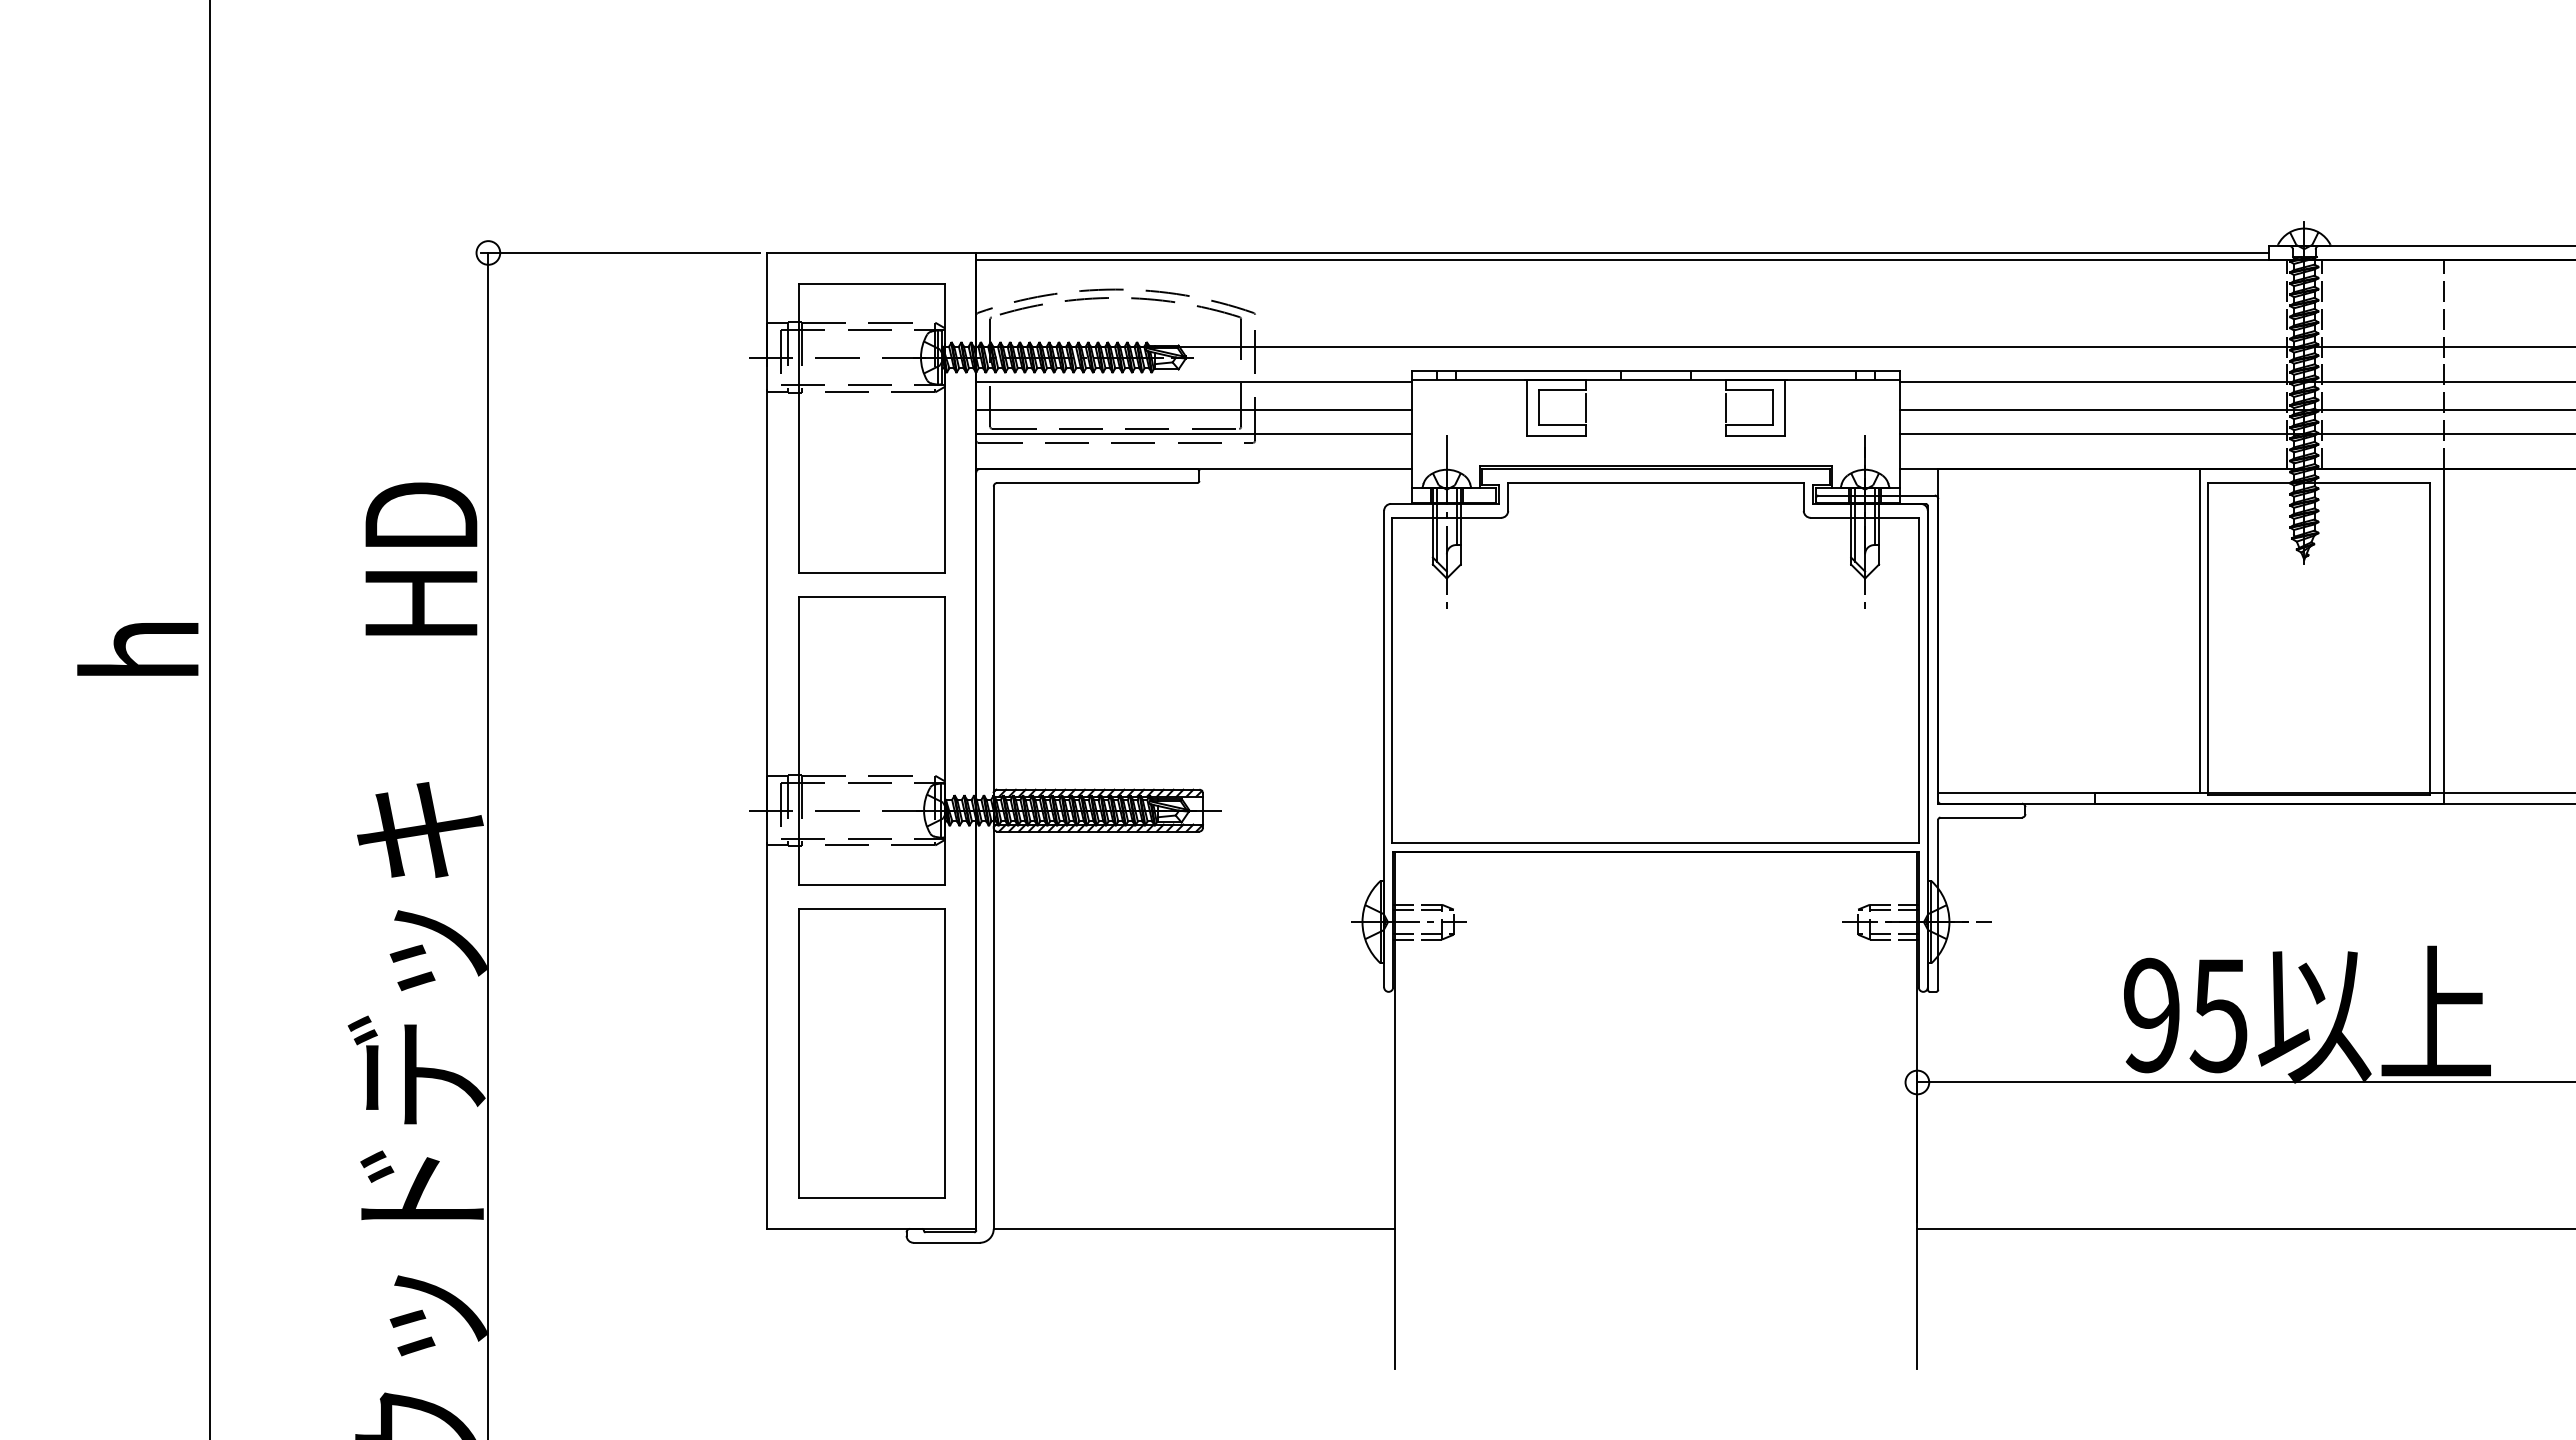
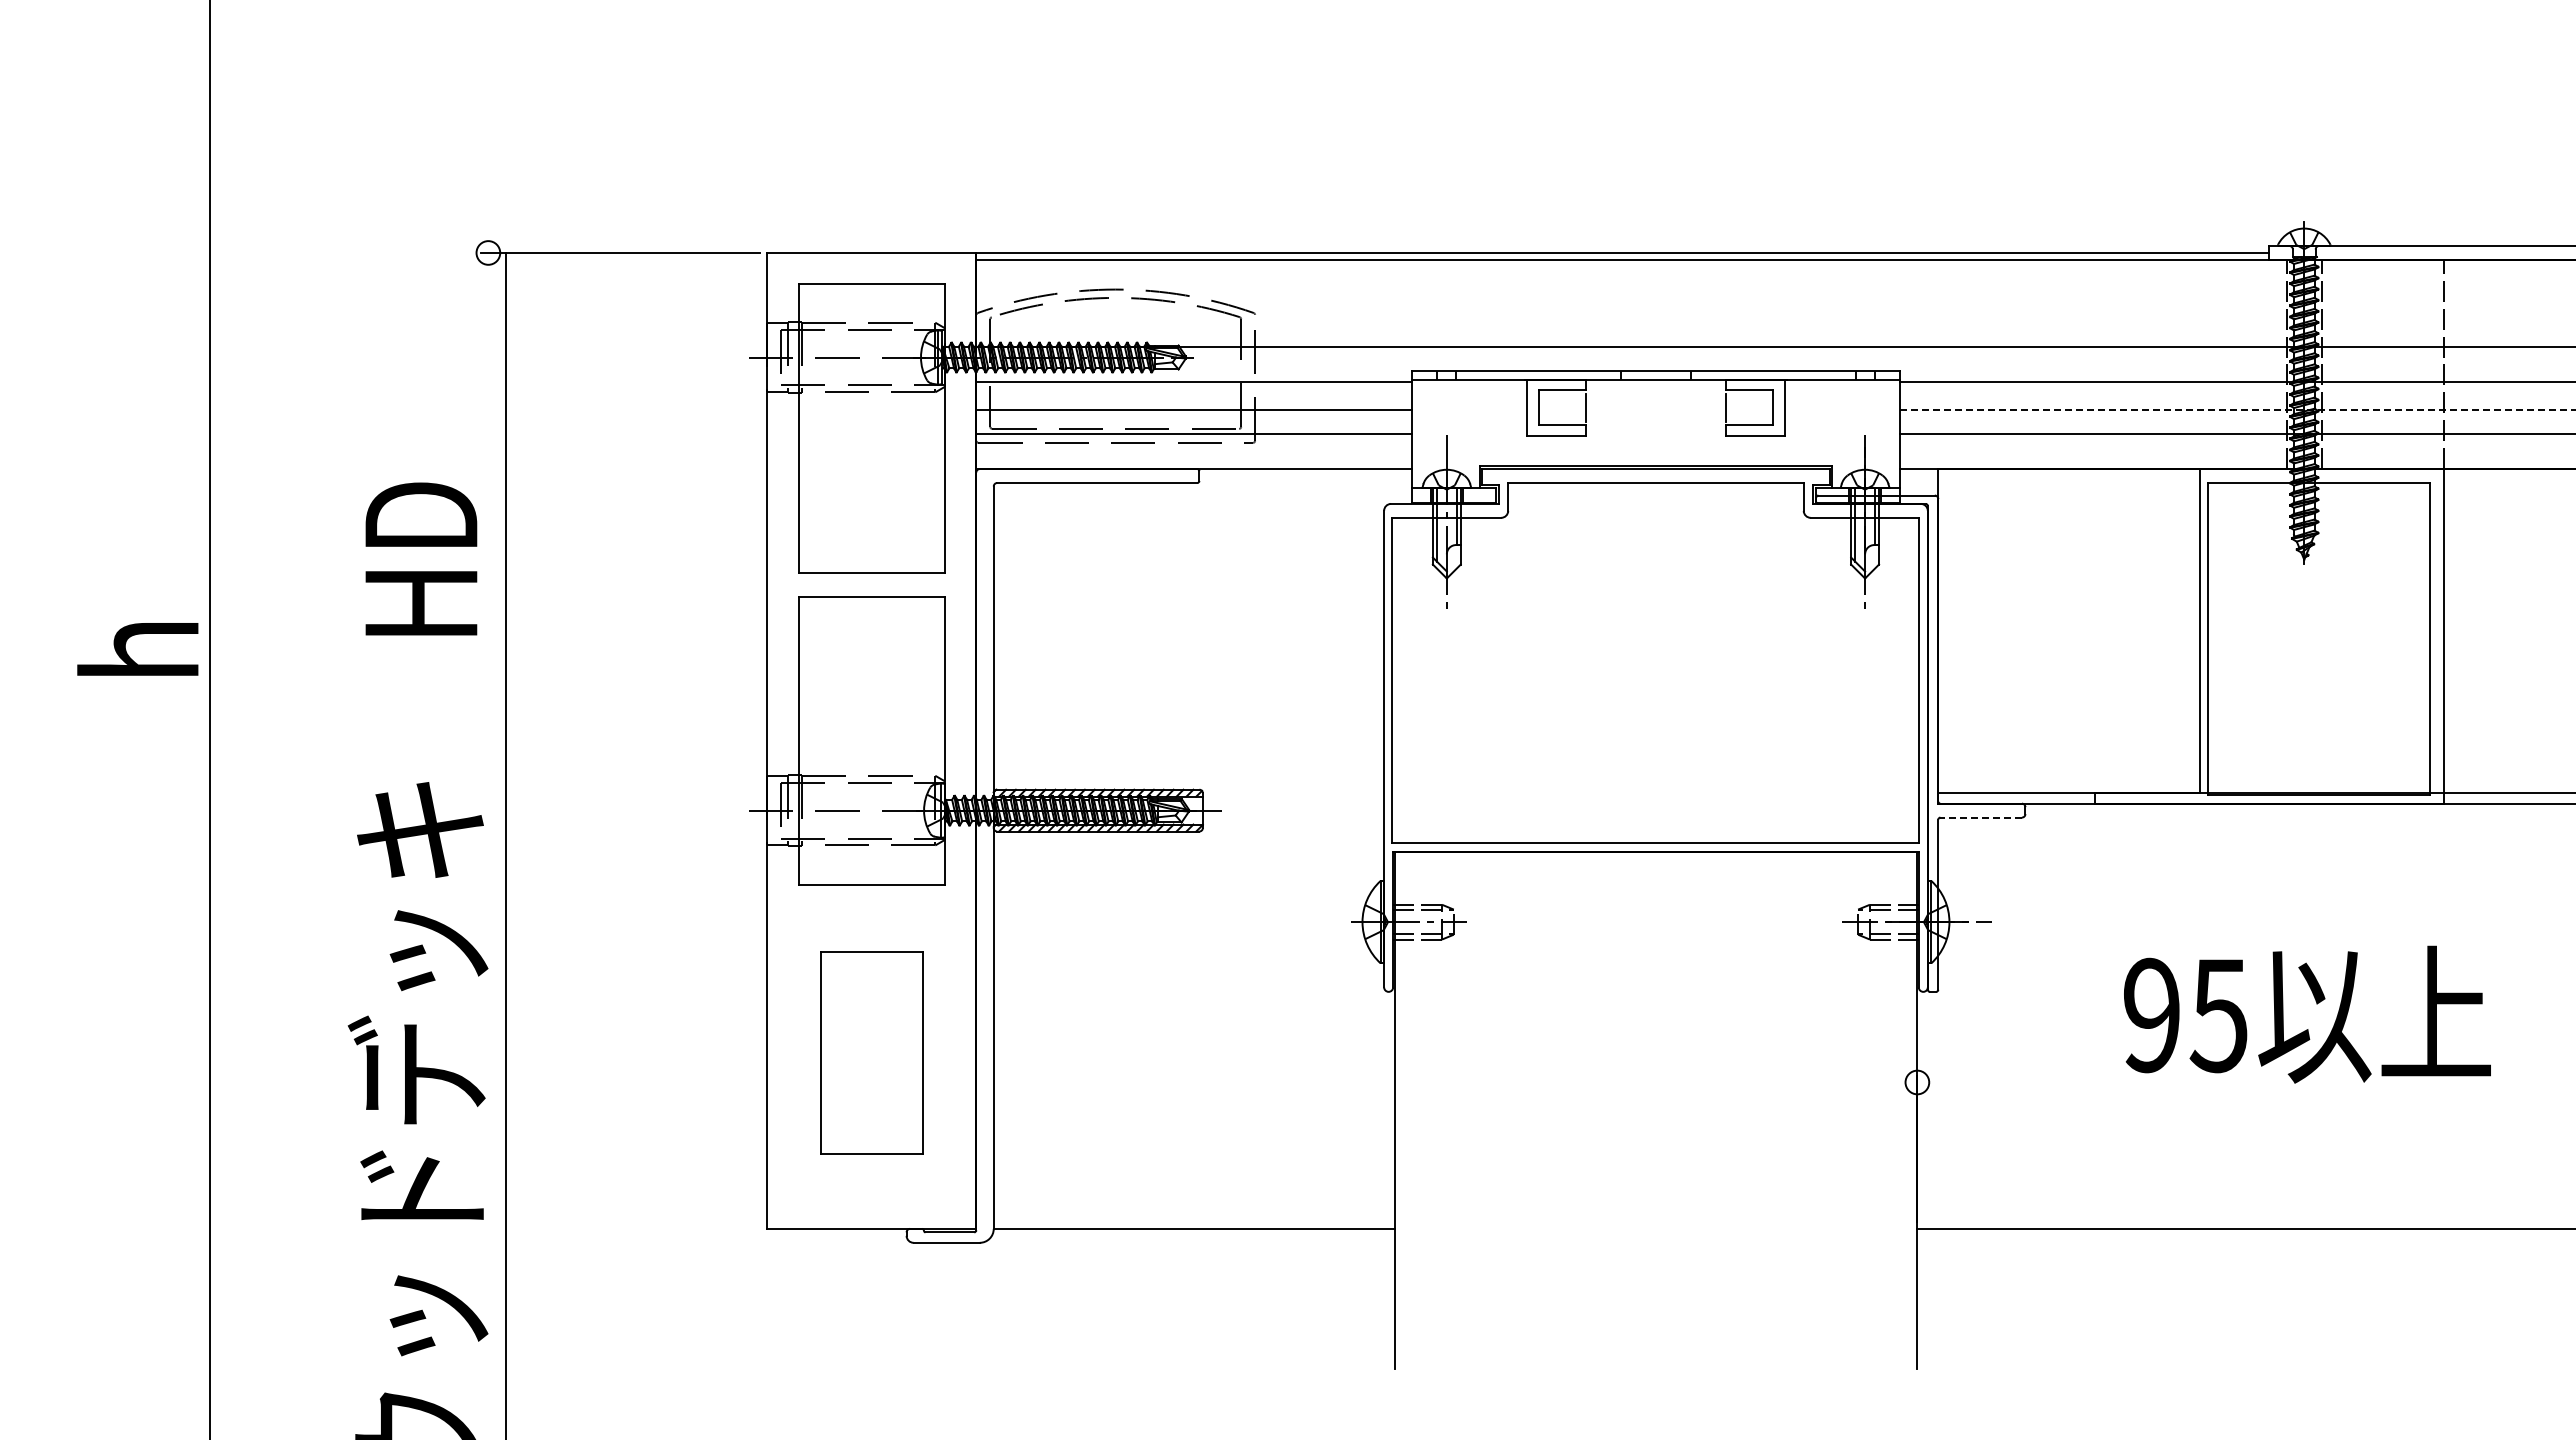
line at (2237, 409): solid -> dashed
line at (1981, 817): solid -> dashed
line at (488, 844) position: (488, 844) -> (506, 844)
part at (871, 1053) size: 148x291 px -> 104x204 px
line at (2244, 1082): present -> none
